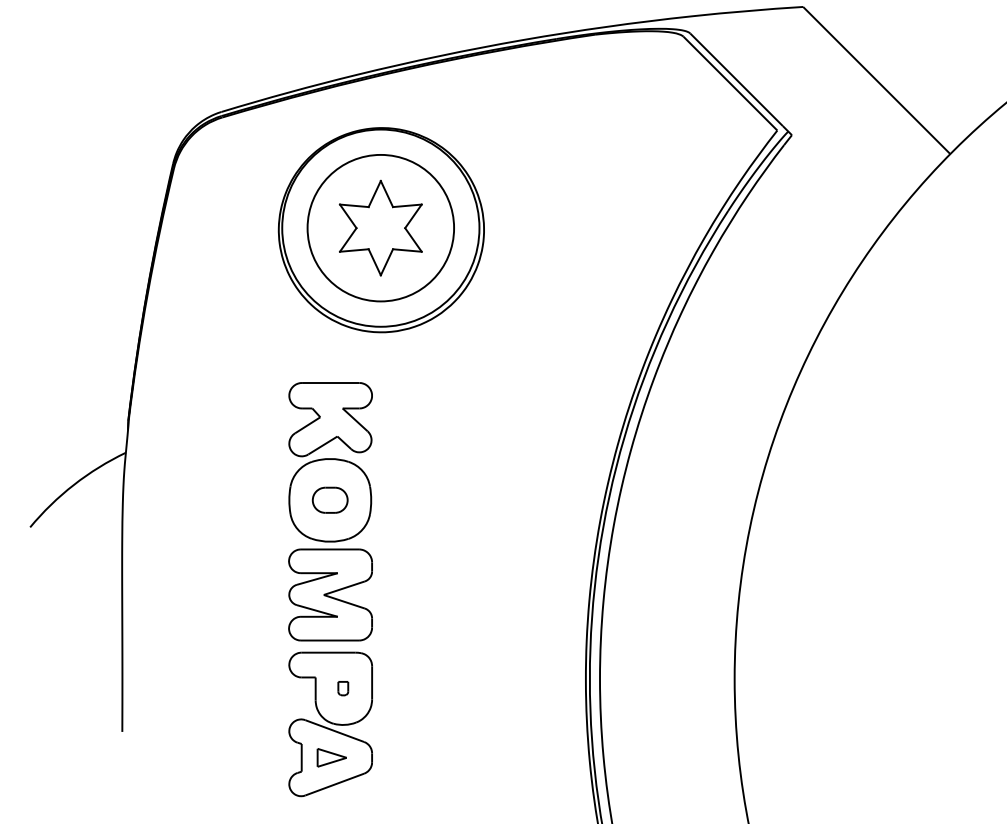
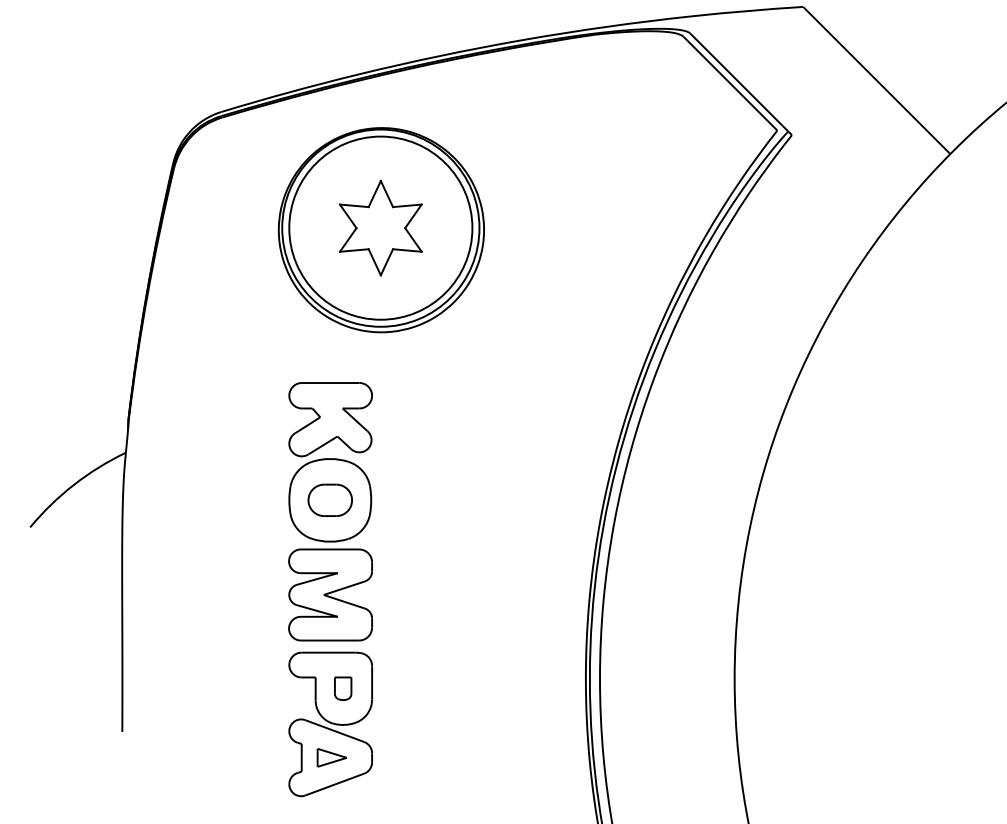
circle at (380, 227) diameter: 147 px -> 183 px
part at (329, 499) size: 38x28 px -> 46x34 px
part at (343, 688) size: 13x16 px -> 19x25 px
